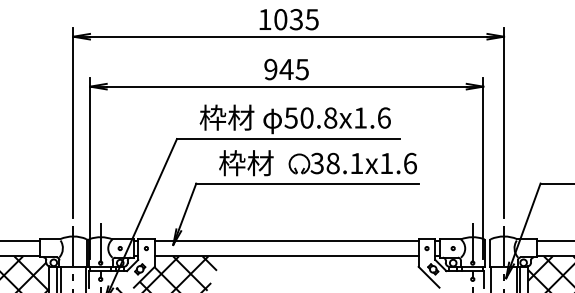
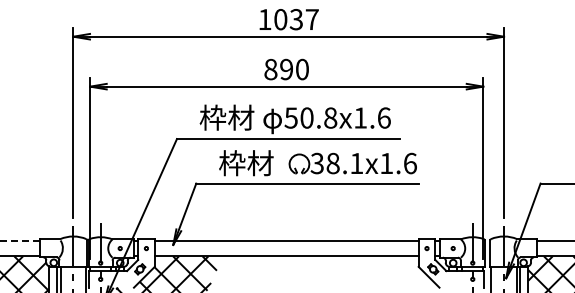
text at (311, 19): 1035 -> 1037
text at (286, 69): 945 -> 890
line at (20, 240): solid -> dashed
